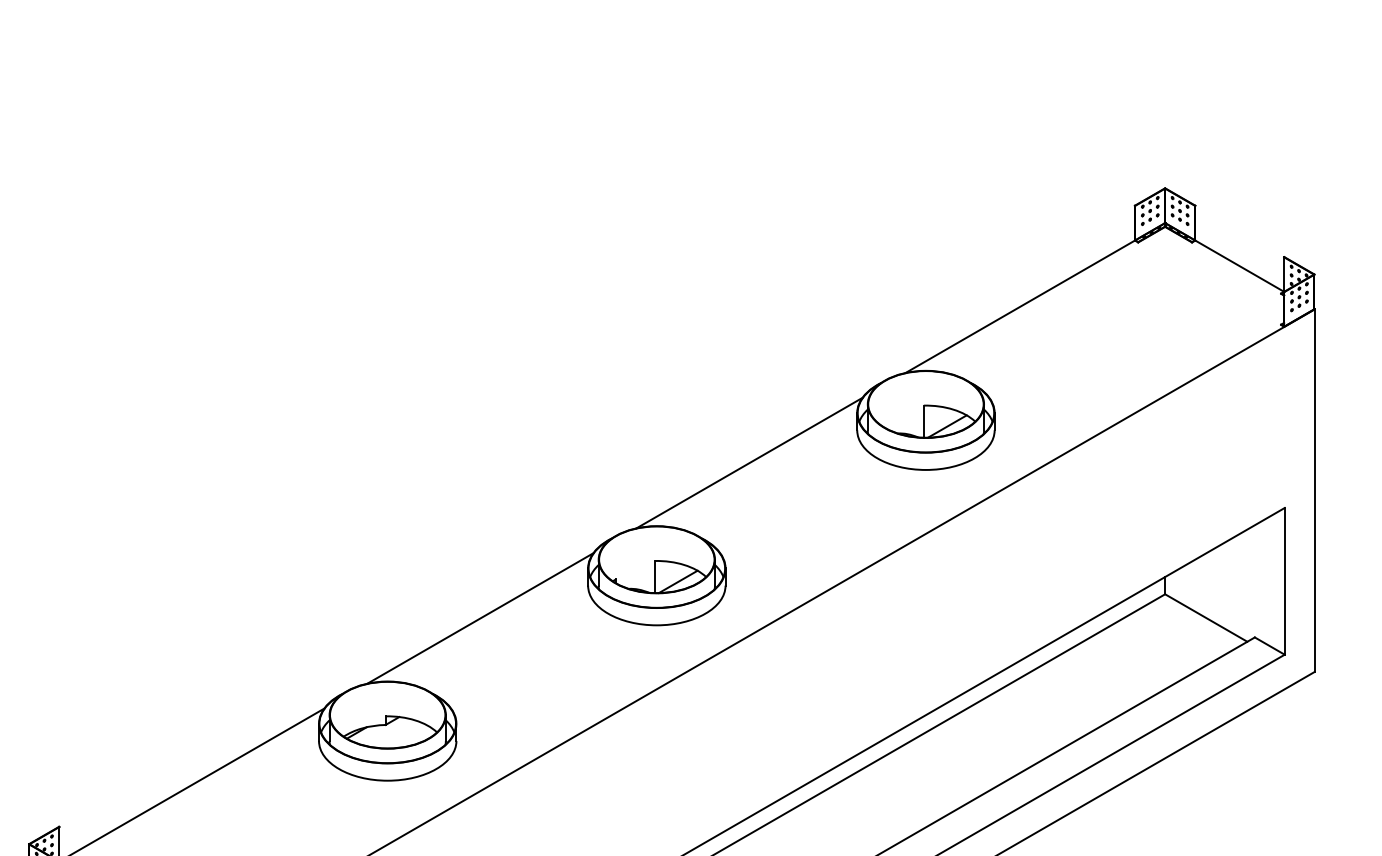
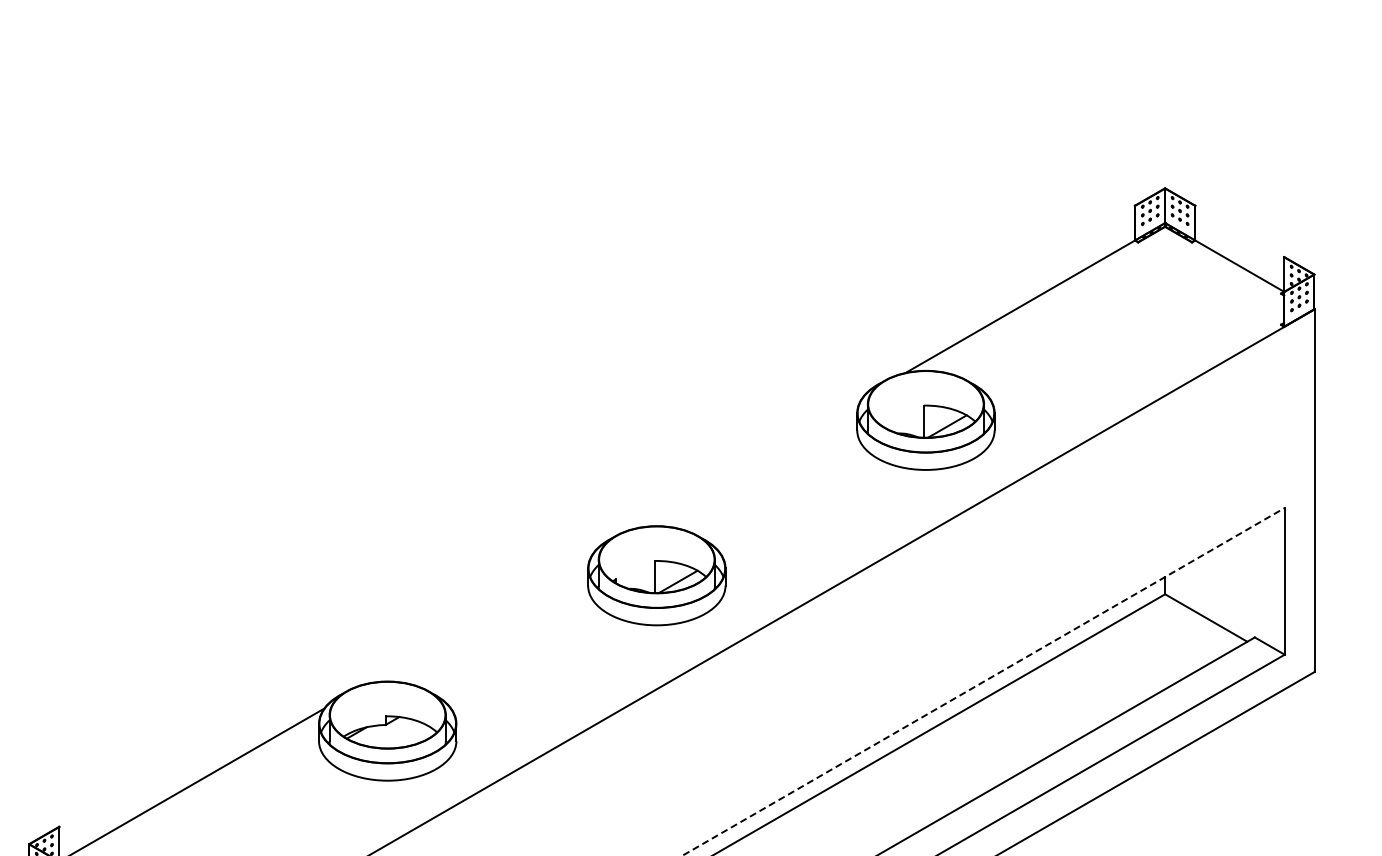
line at (749, 462): present -> none
line at (480, 618): present -> none
line at (983, 681): solid -> dashed
